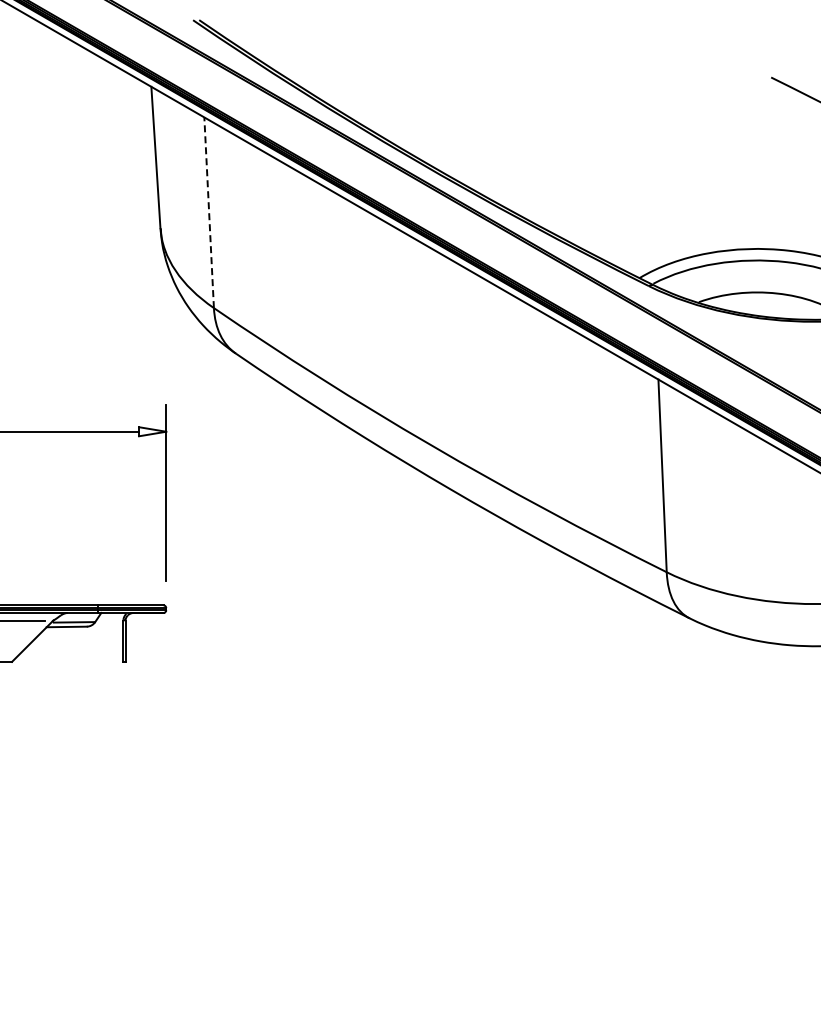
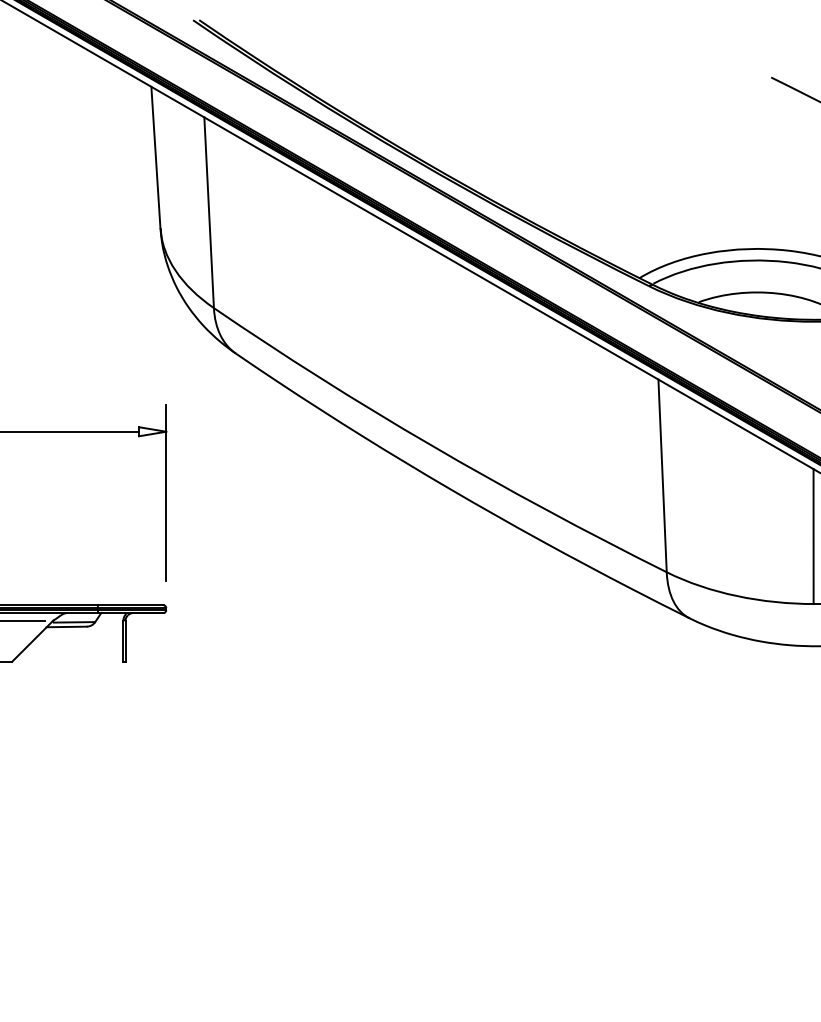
line at (209, 212): dashed -> solid
line at (813, 536): none -> present
